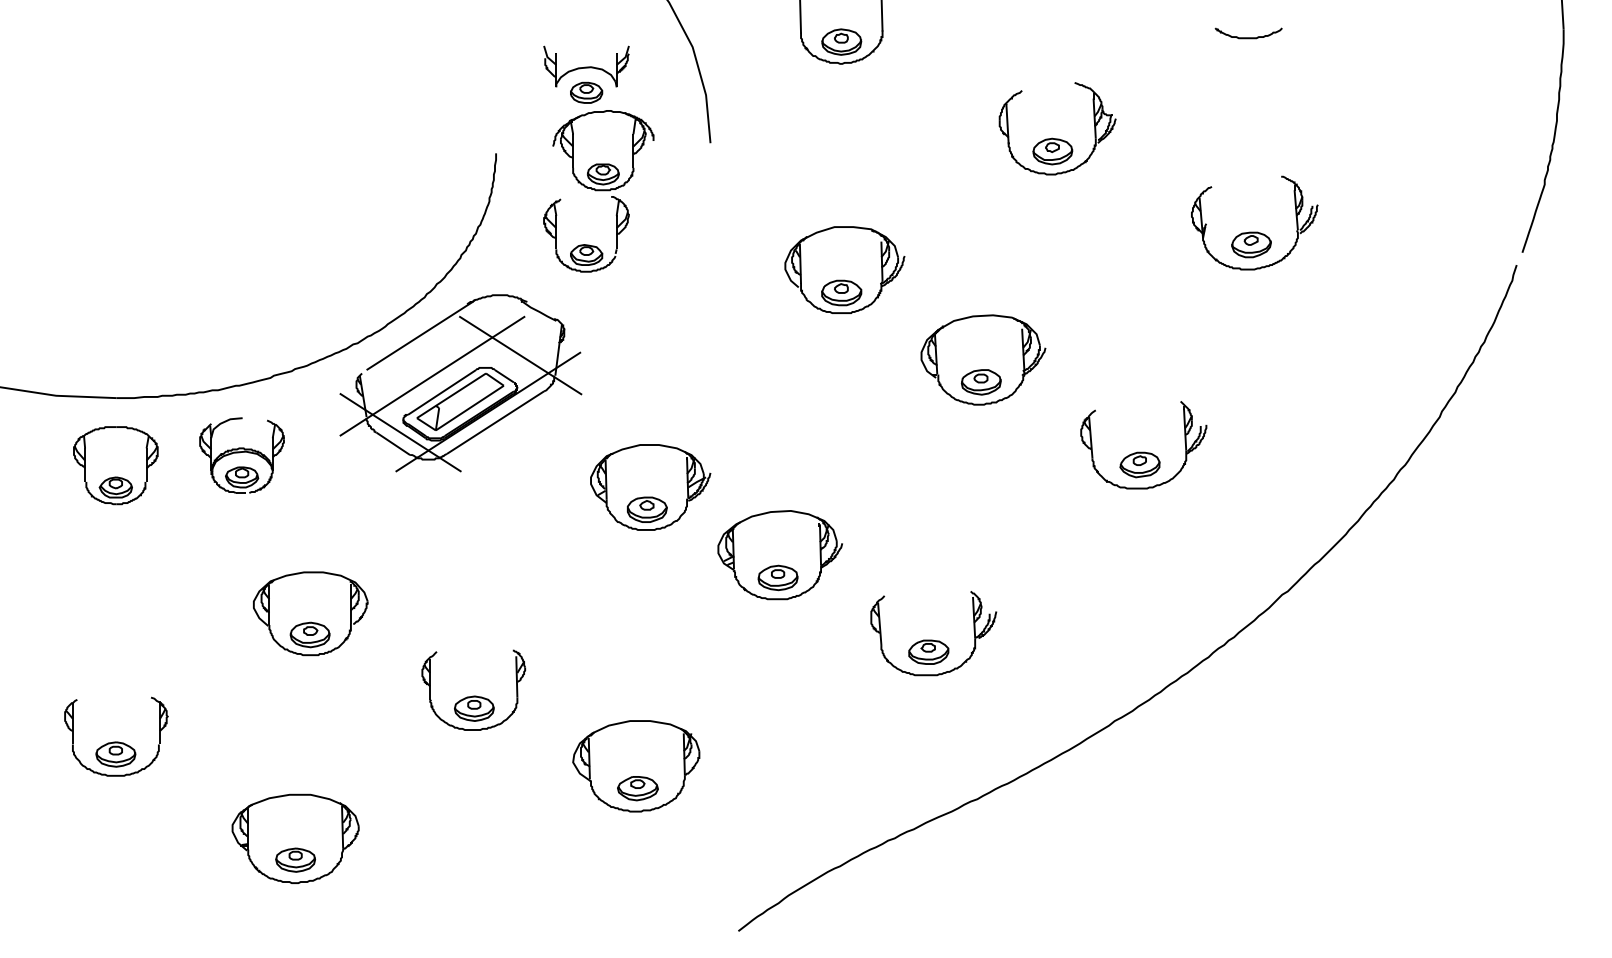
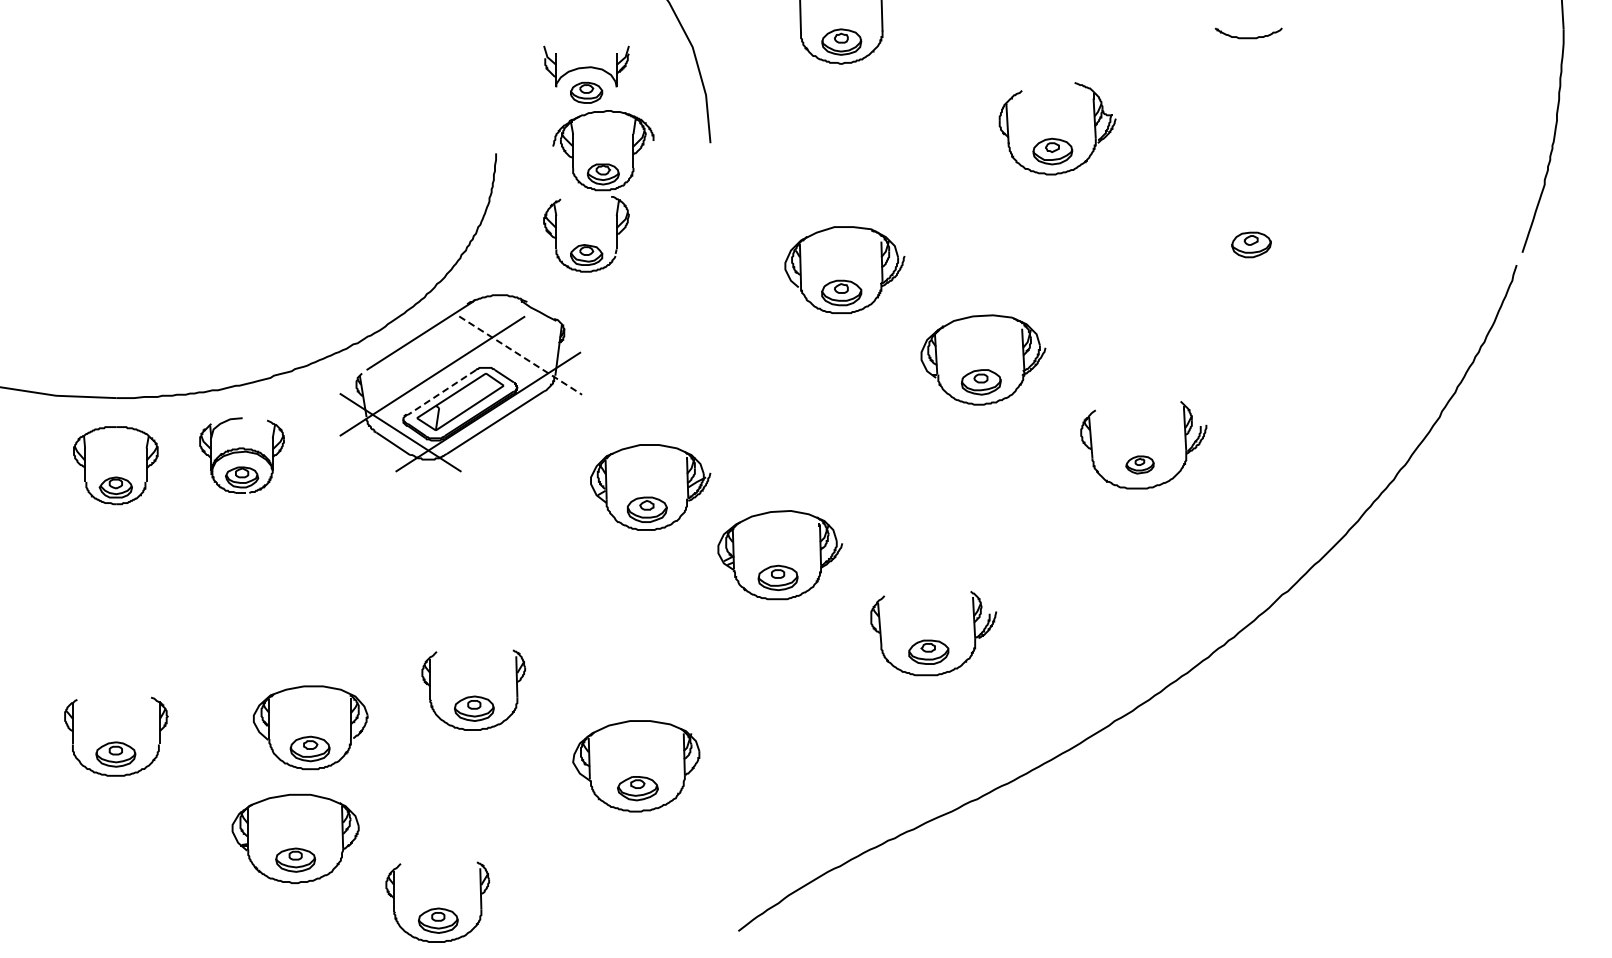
part at (1295, 216): present -> none
line at (520, 355): solid -> dashed
line at (441, 392): solid -> dashed
part at (1139, 464) size: 42x28 px -> 30x20 px
part at (310, 613) position: (310, 613) -> (310, 727)
part at (437, 901): none -> present
